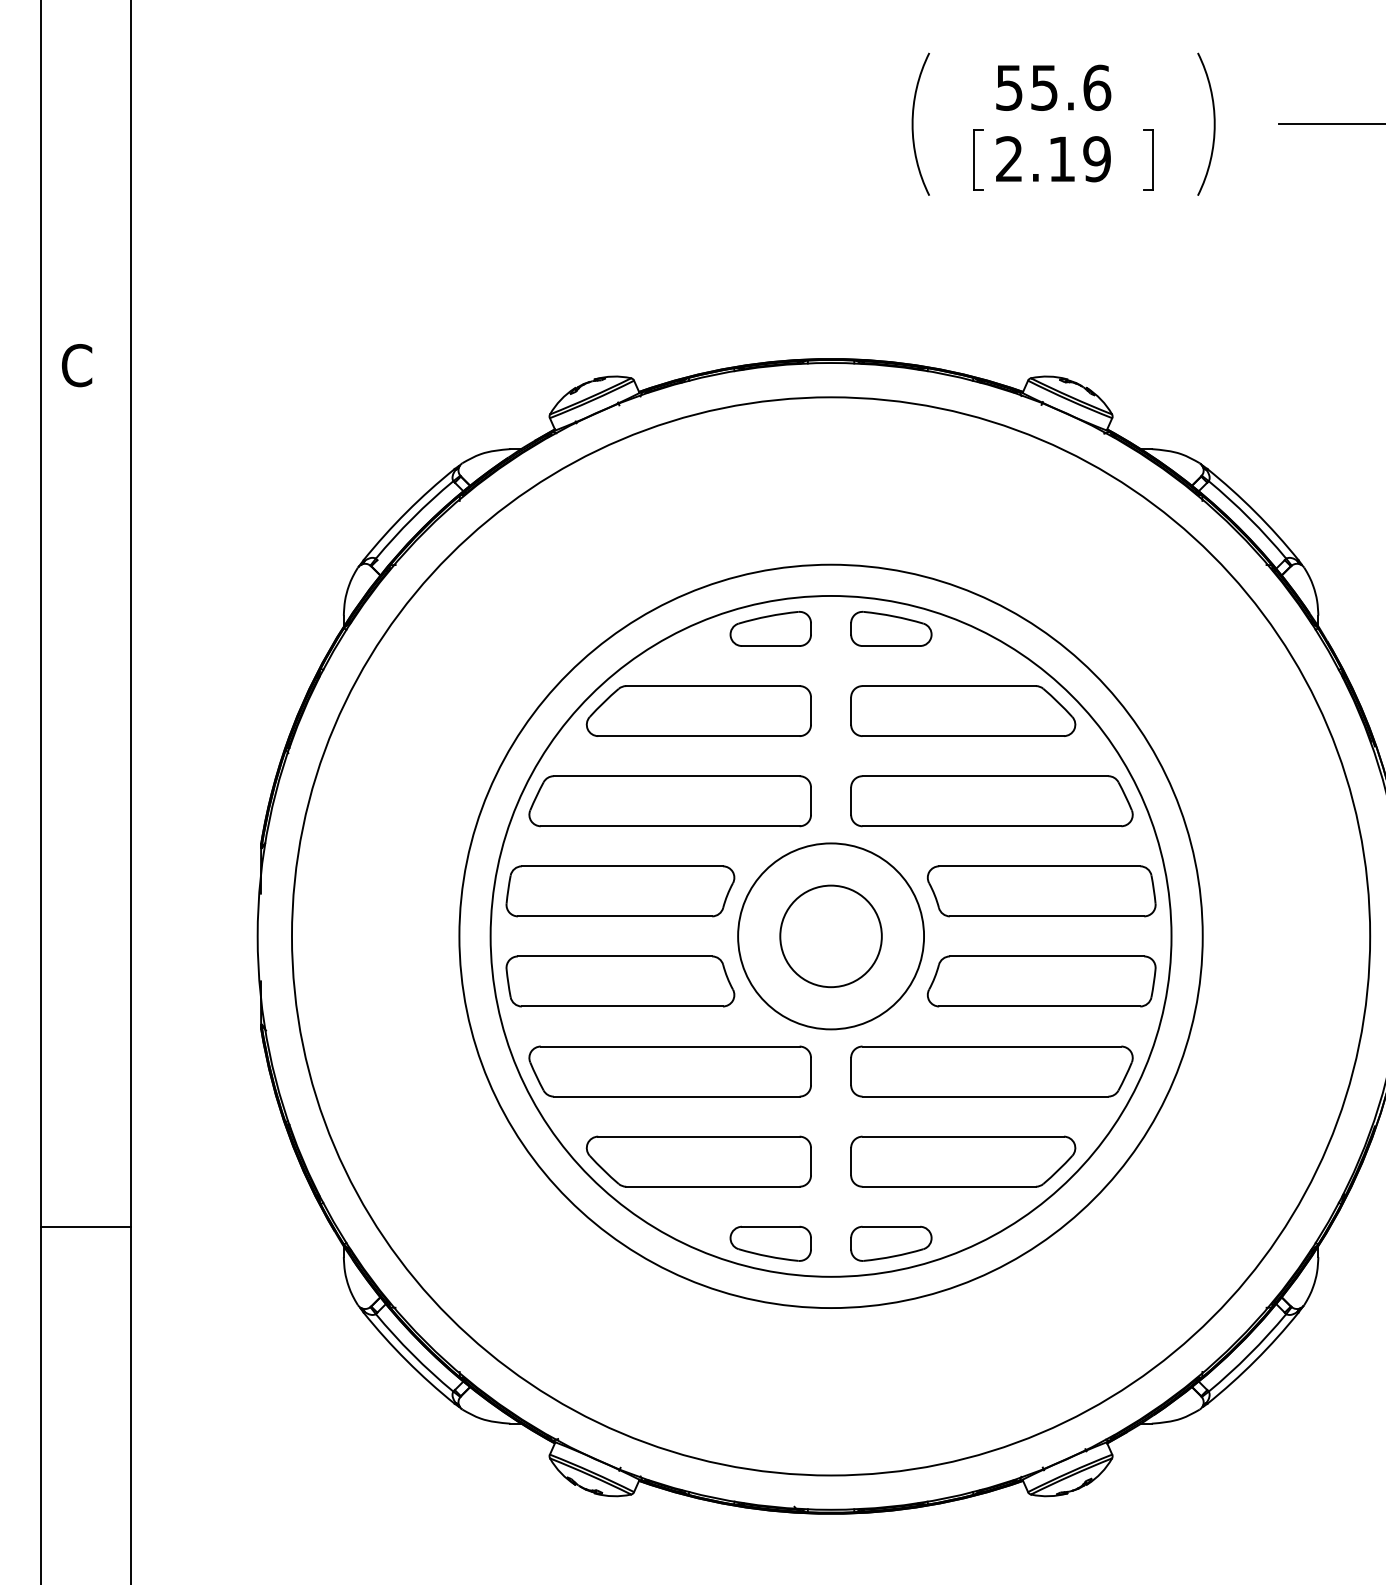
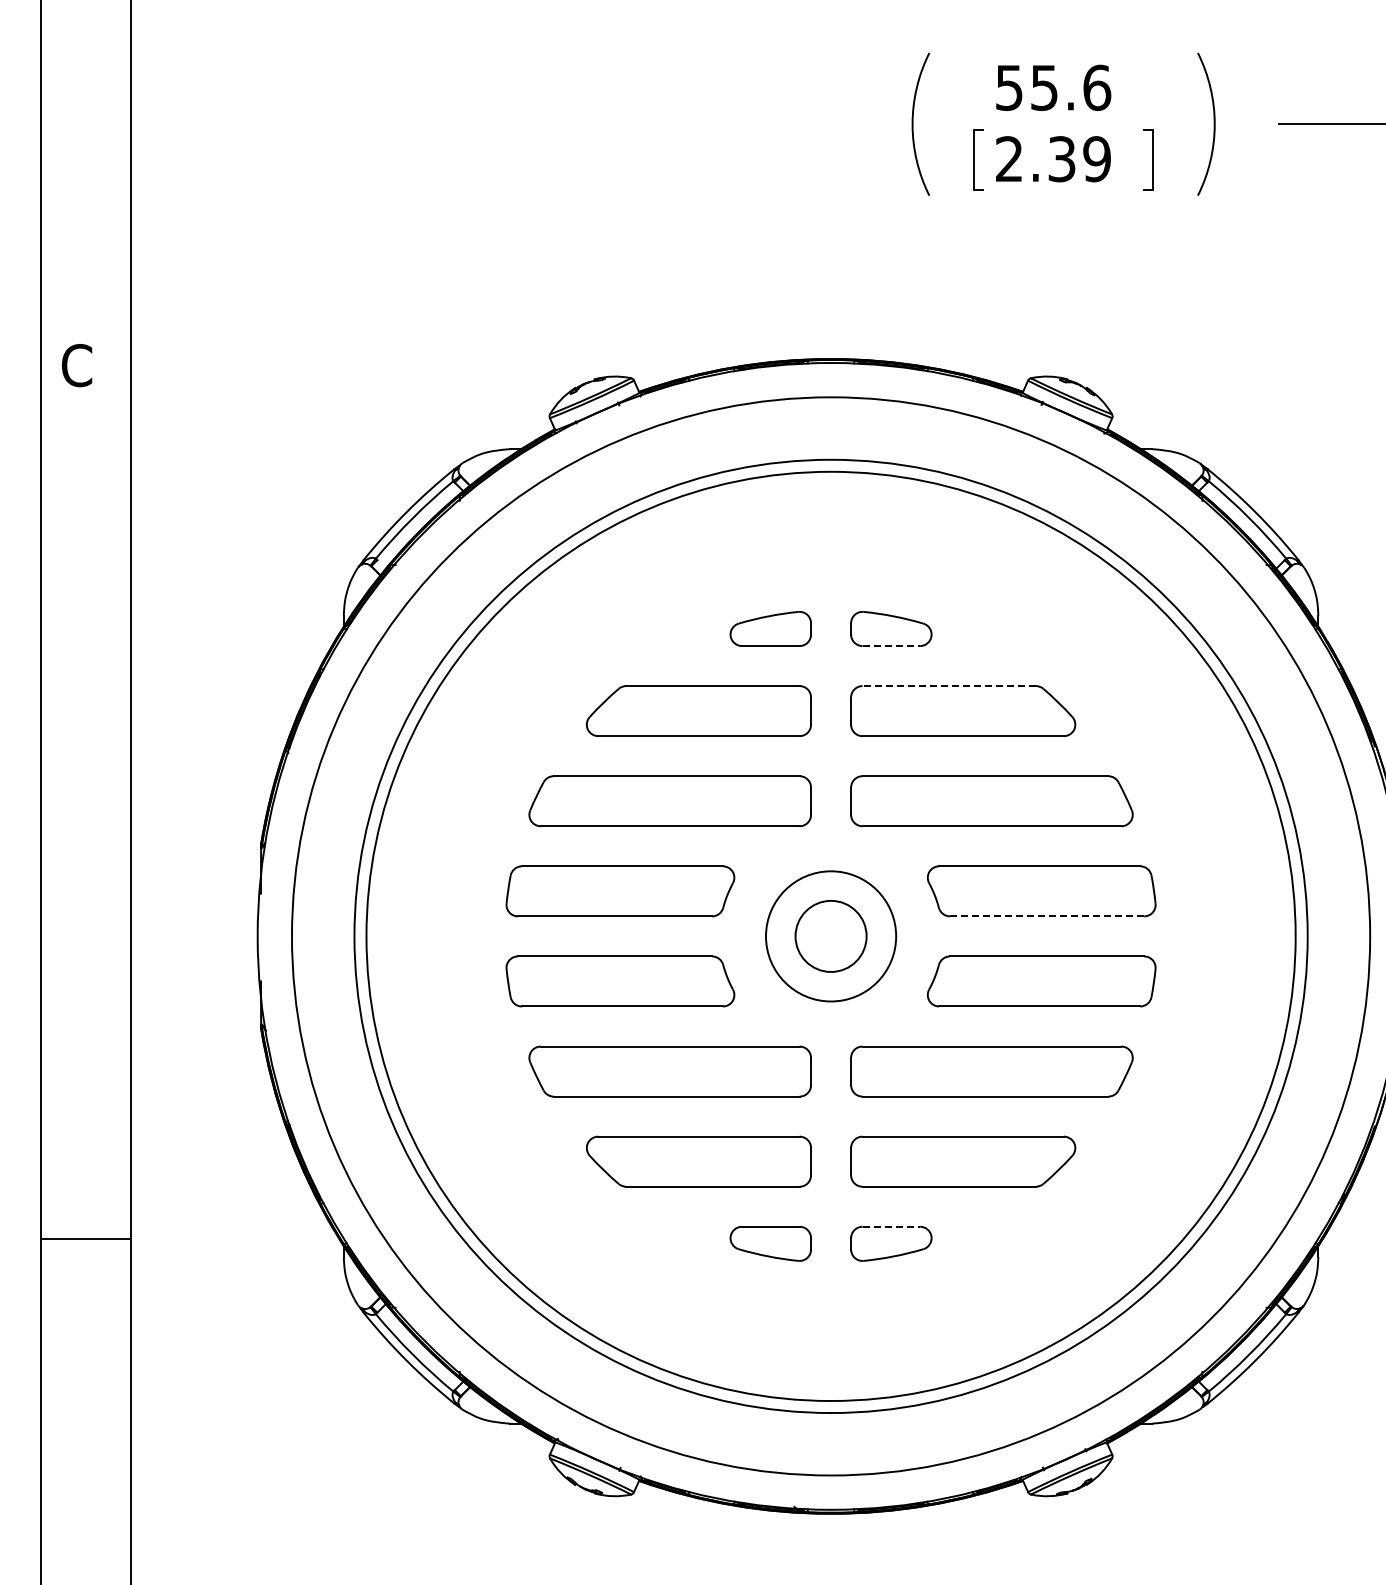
text at (1061, 159): 2.19 -> 2.39
line at (891, 646): solid -> dashed
line at (949, 686): solid -> dashed
line at (1047, 916): solid -> dashed
circle at (830, 935) diameter: 681 px -> 953 px
circle at (830, 936) diameter: 102 px -> 71 px
circle at (830, 936) diameter: 743 px -> 929 px
circle at (831, 936) diameter: 186 px -> 130 px
line at (891, 1226): solid -> dashed
line at (86, 1227) position: (86, 1227) -> (86, 1239)
